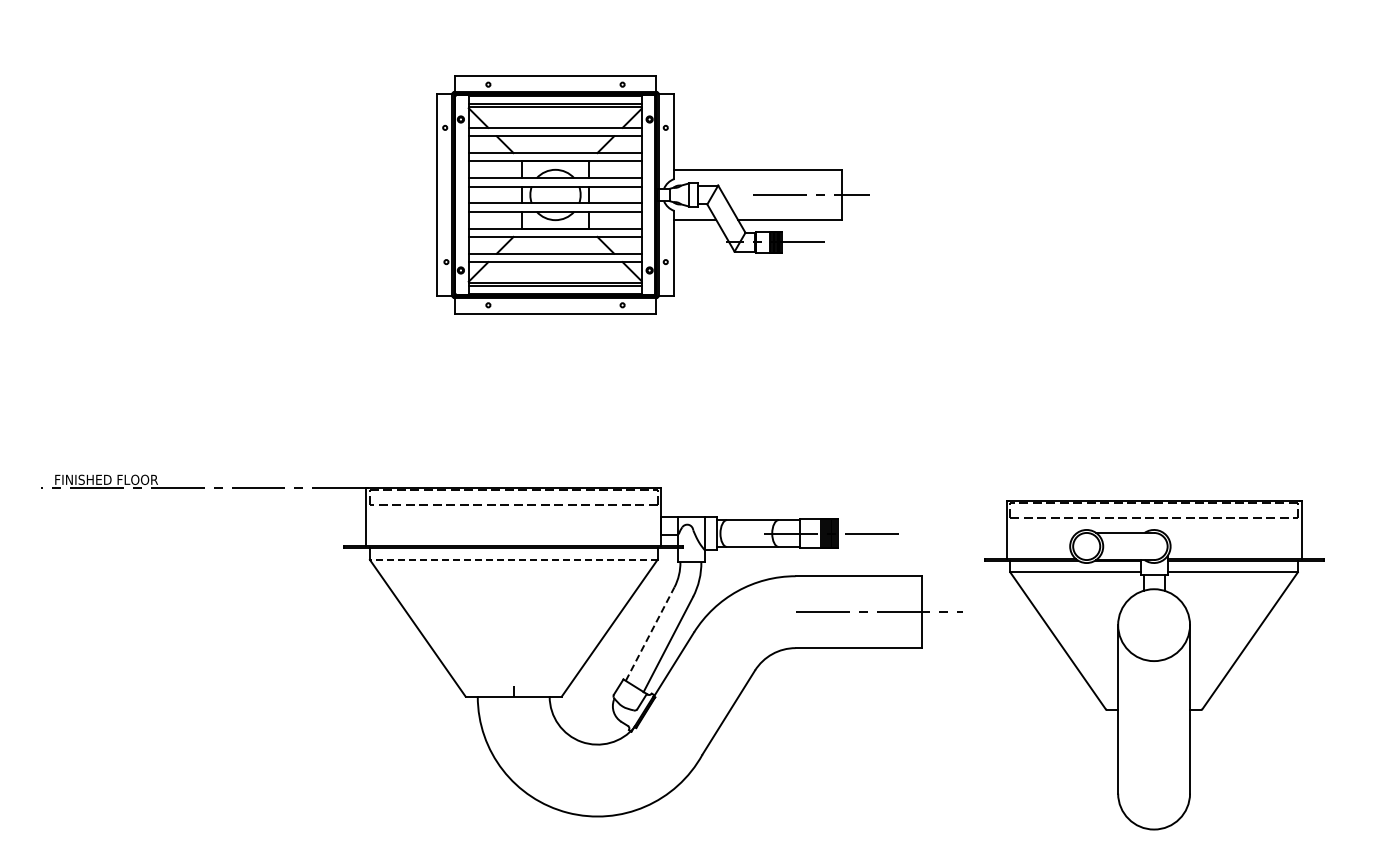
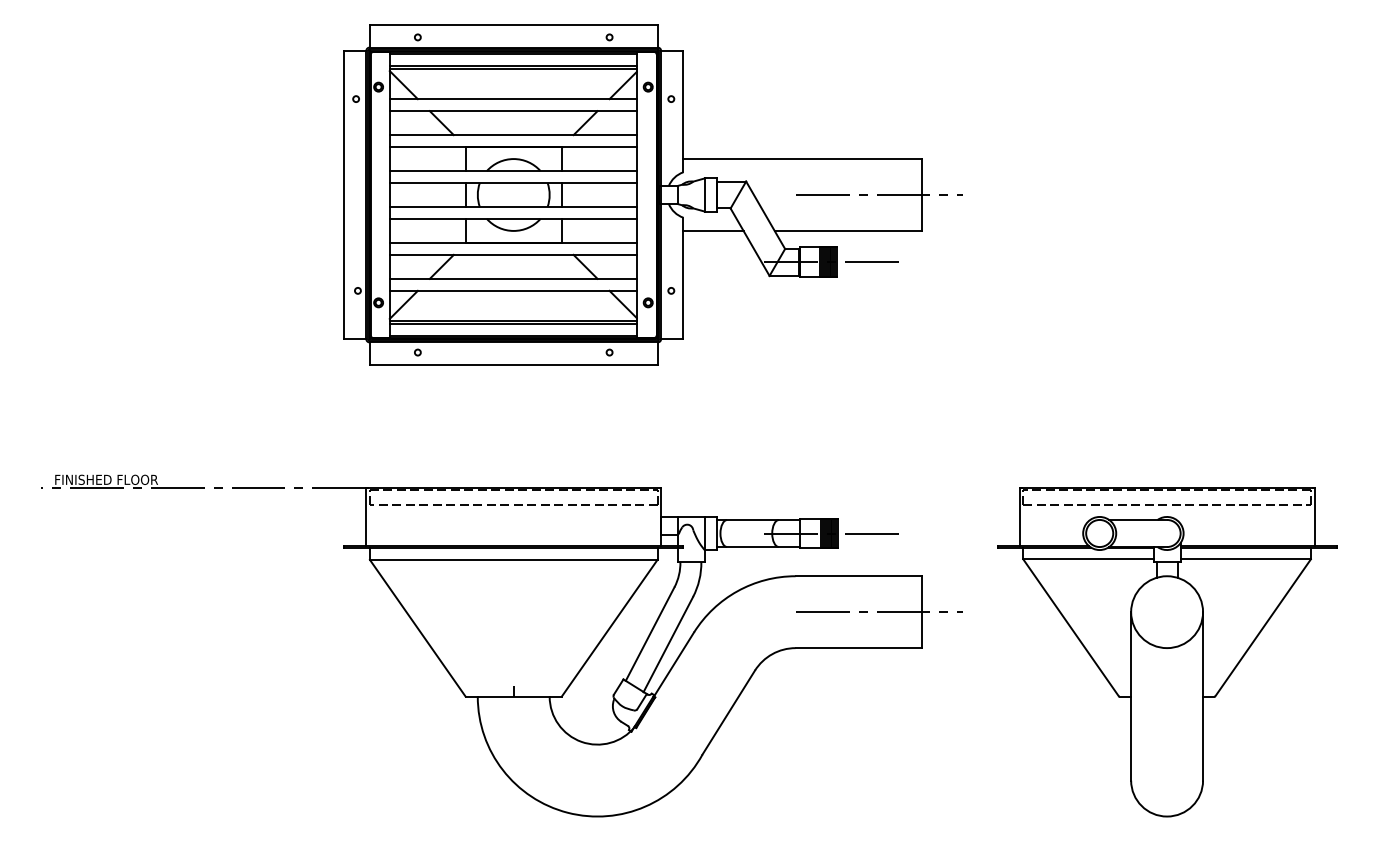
part at (652, 194) size: 434x240 px -> 620x342 px
line at (513, 559): dashed -> solid
line at (650, 634): dashed -> solid
part at (1154, 665) position: (1154, 665) -> (1167, 652)
